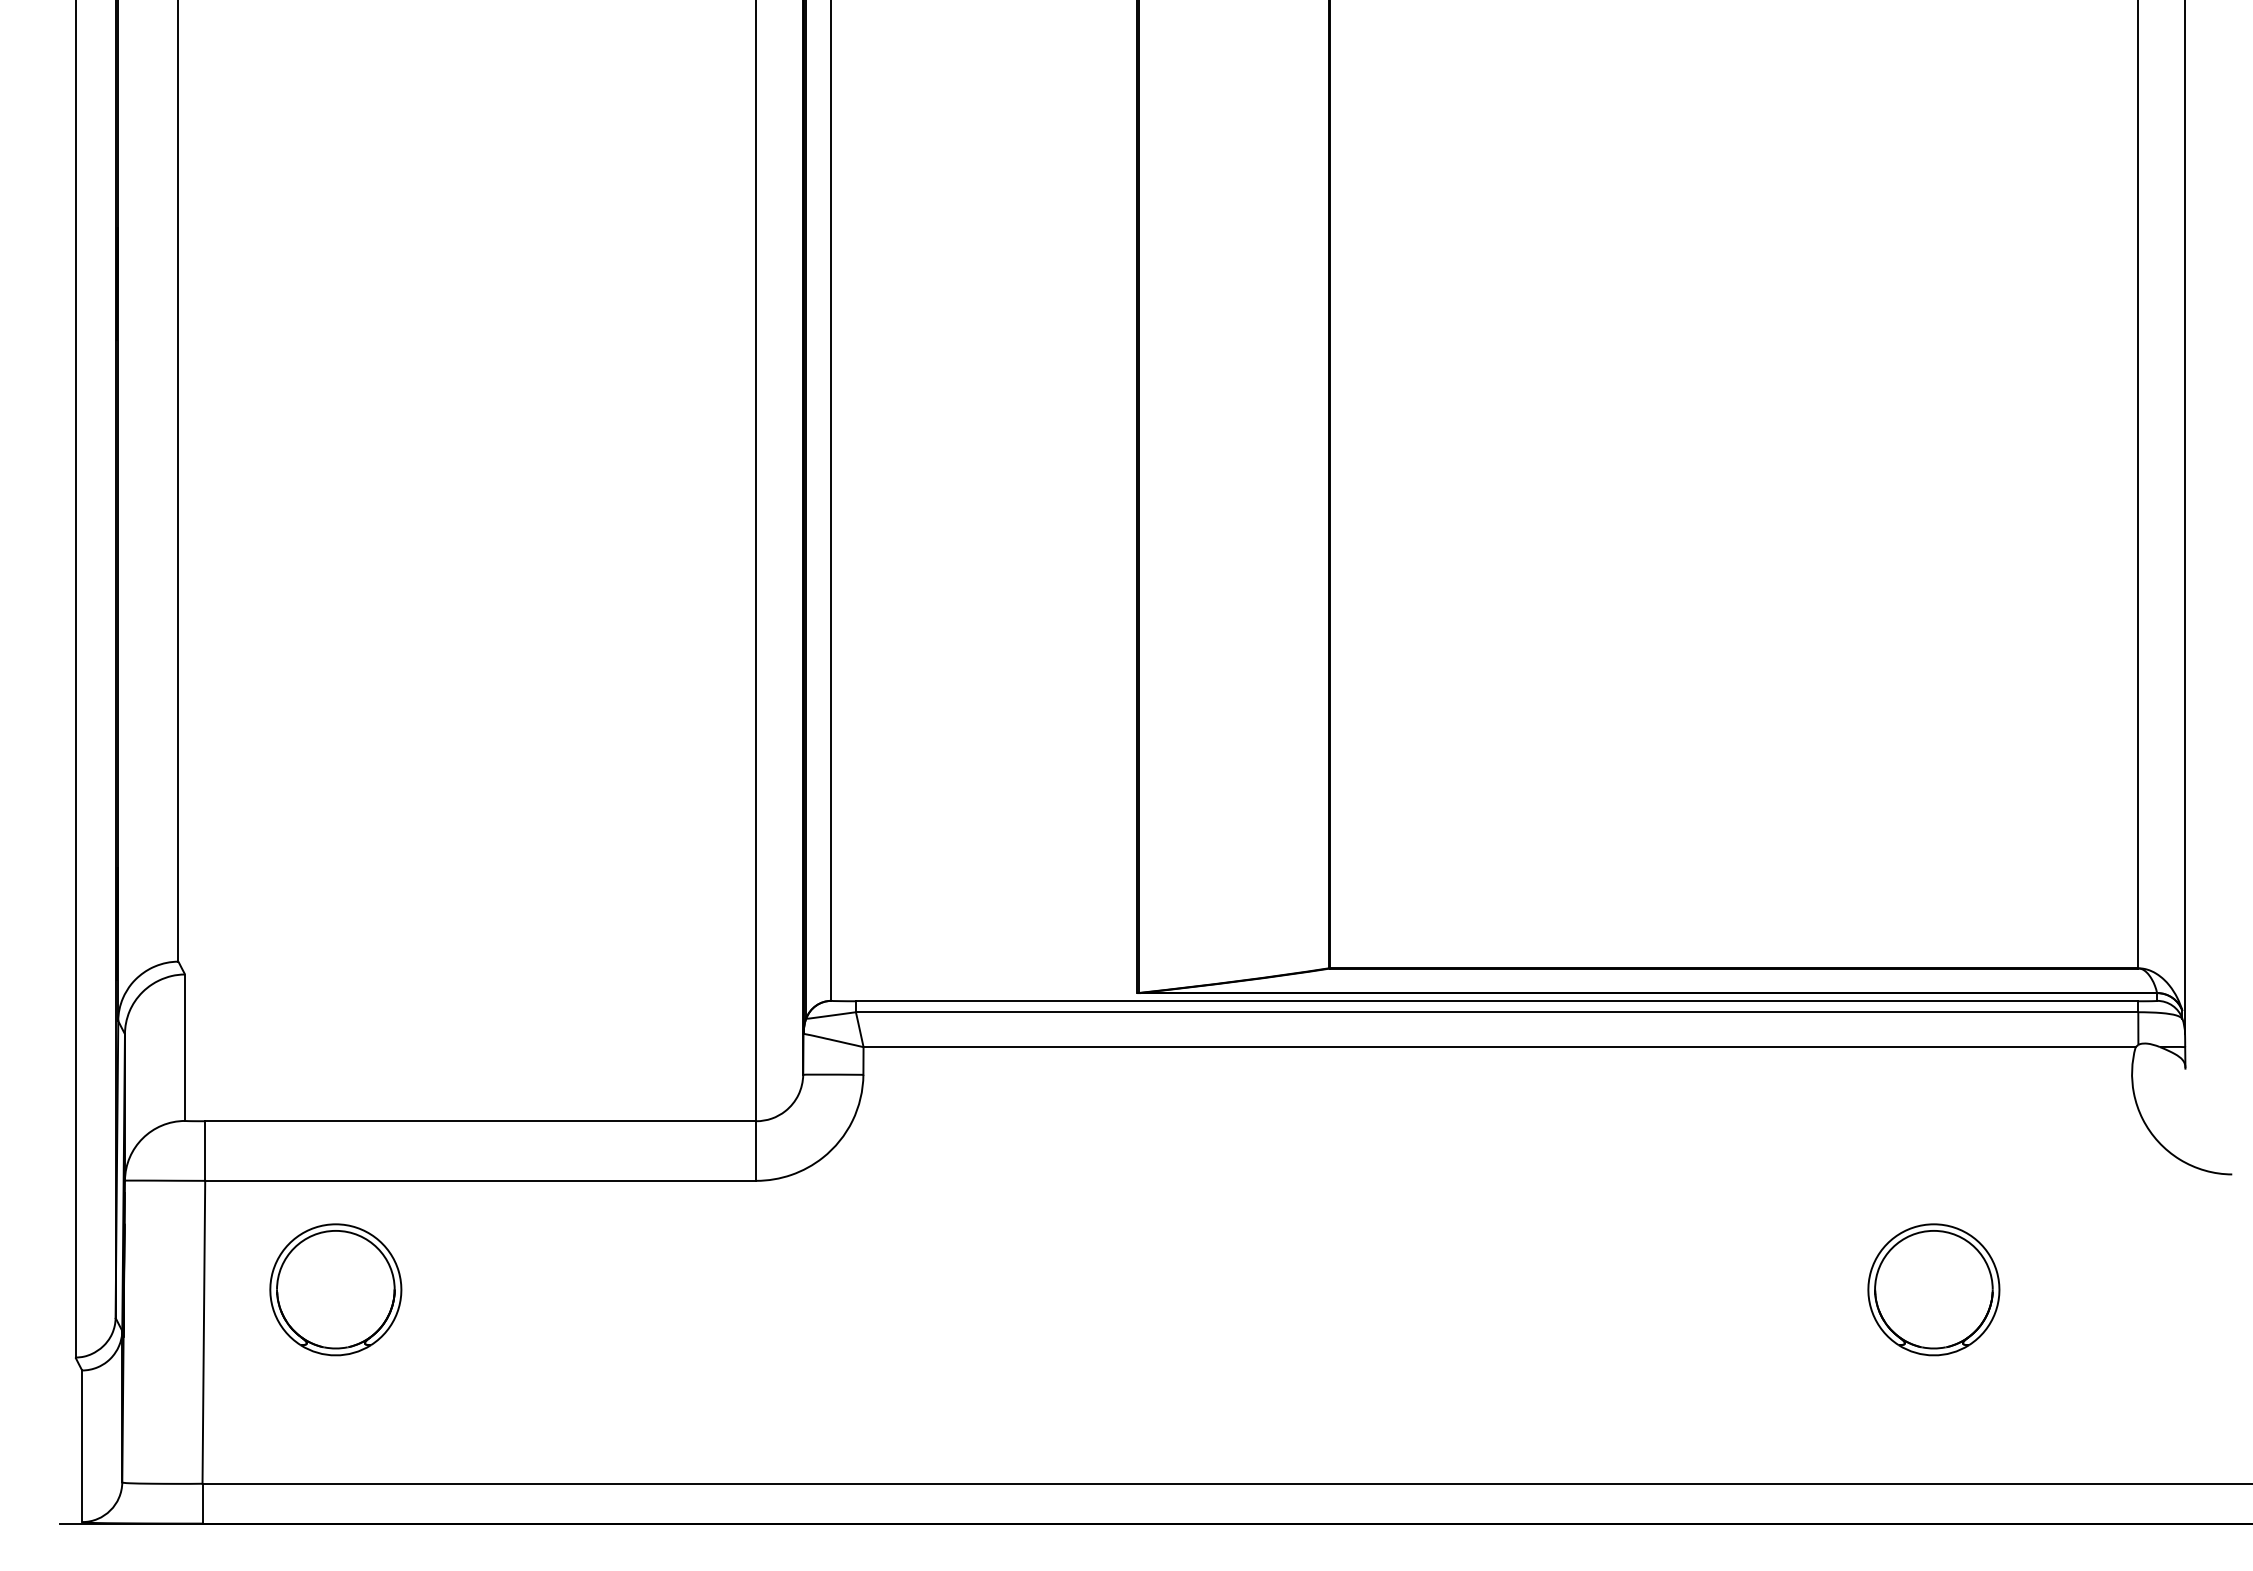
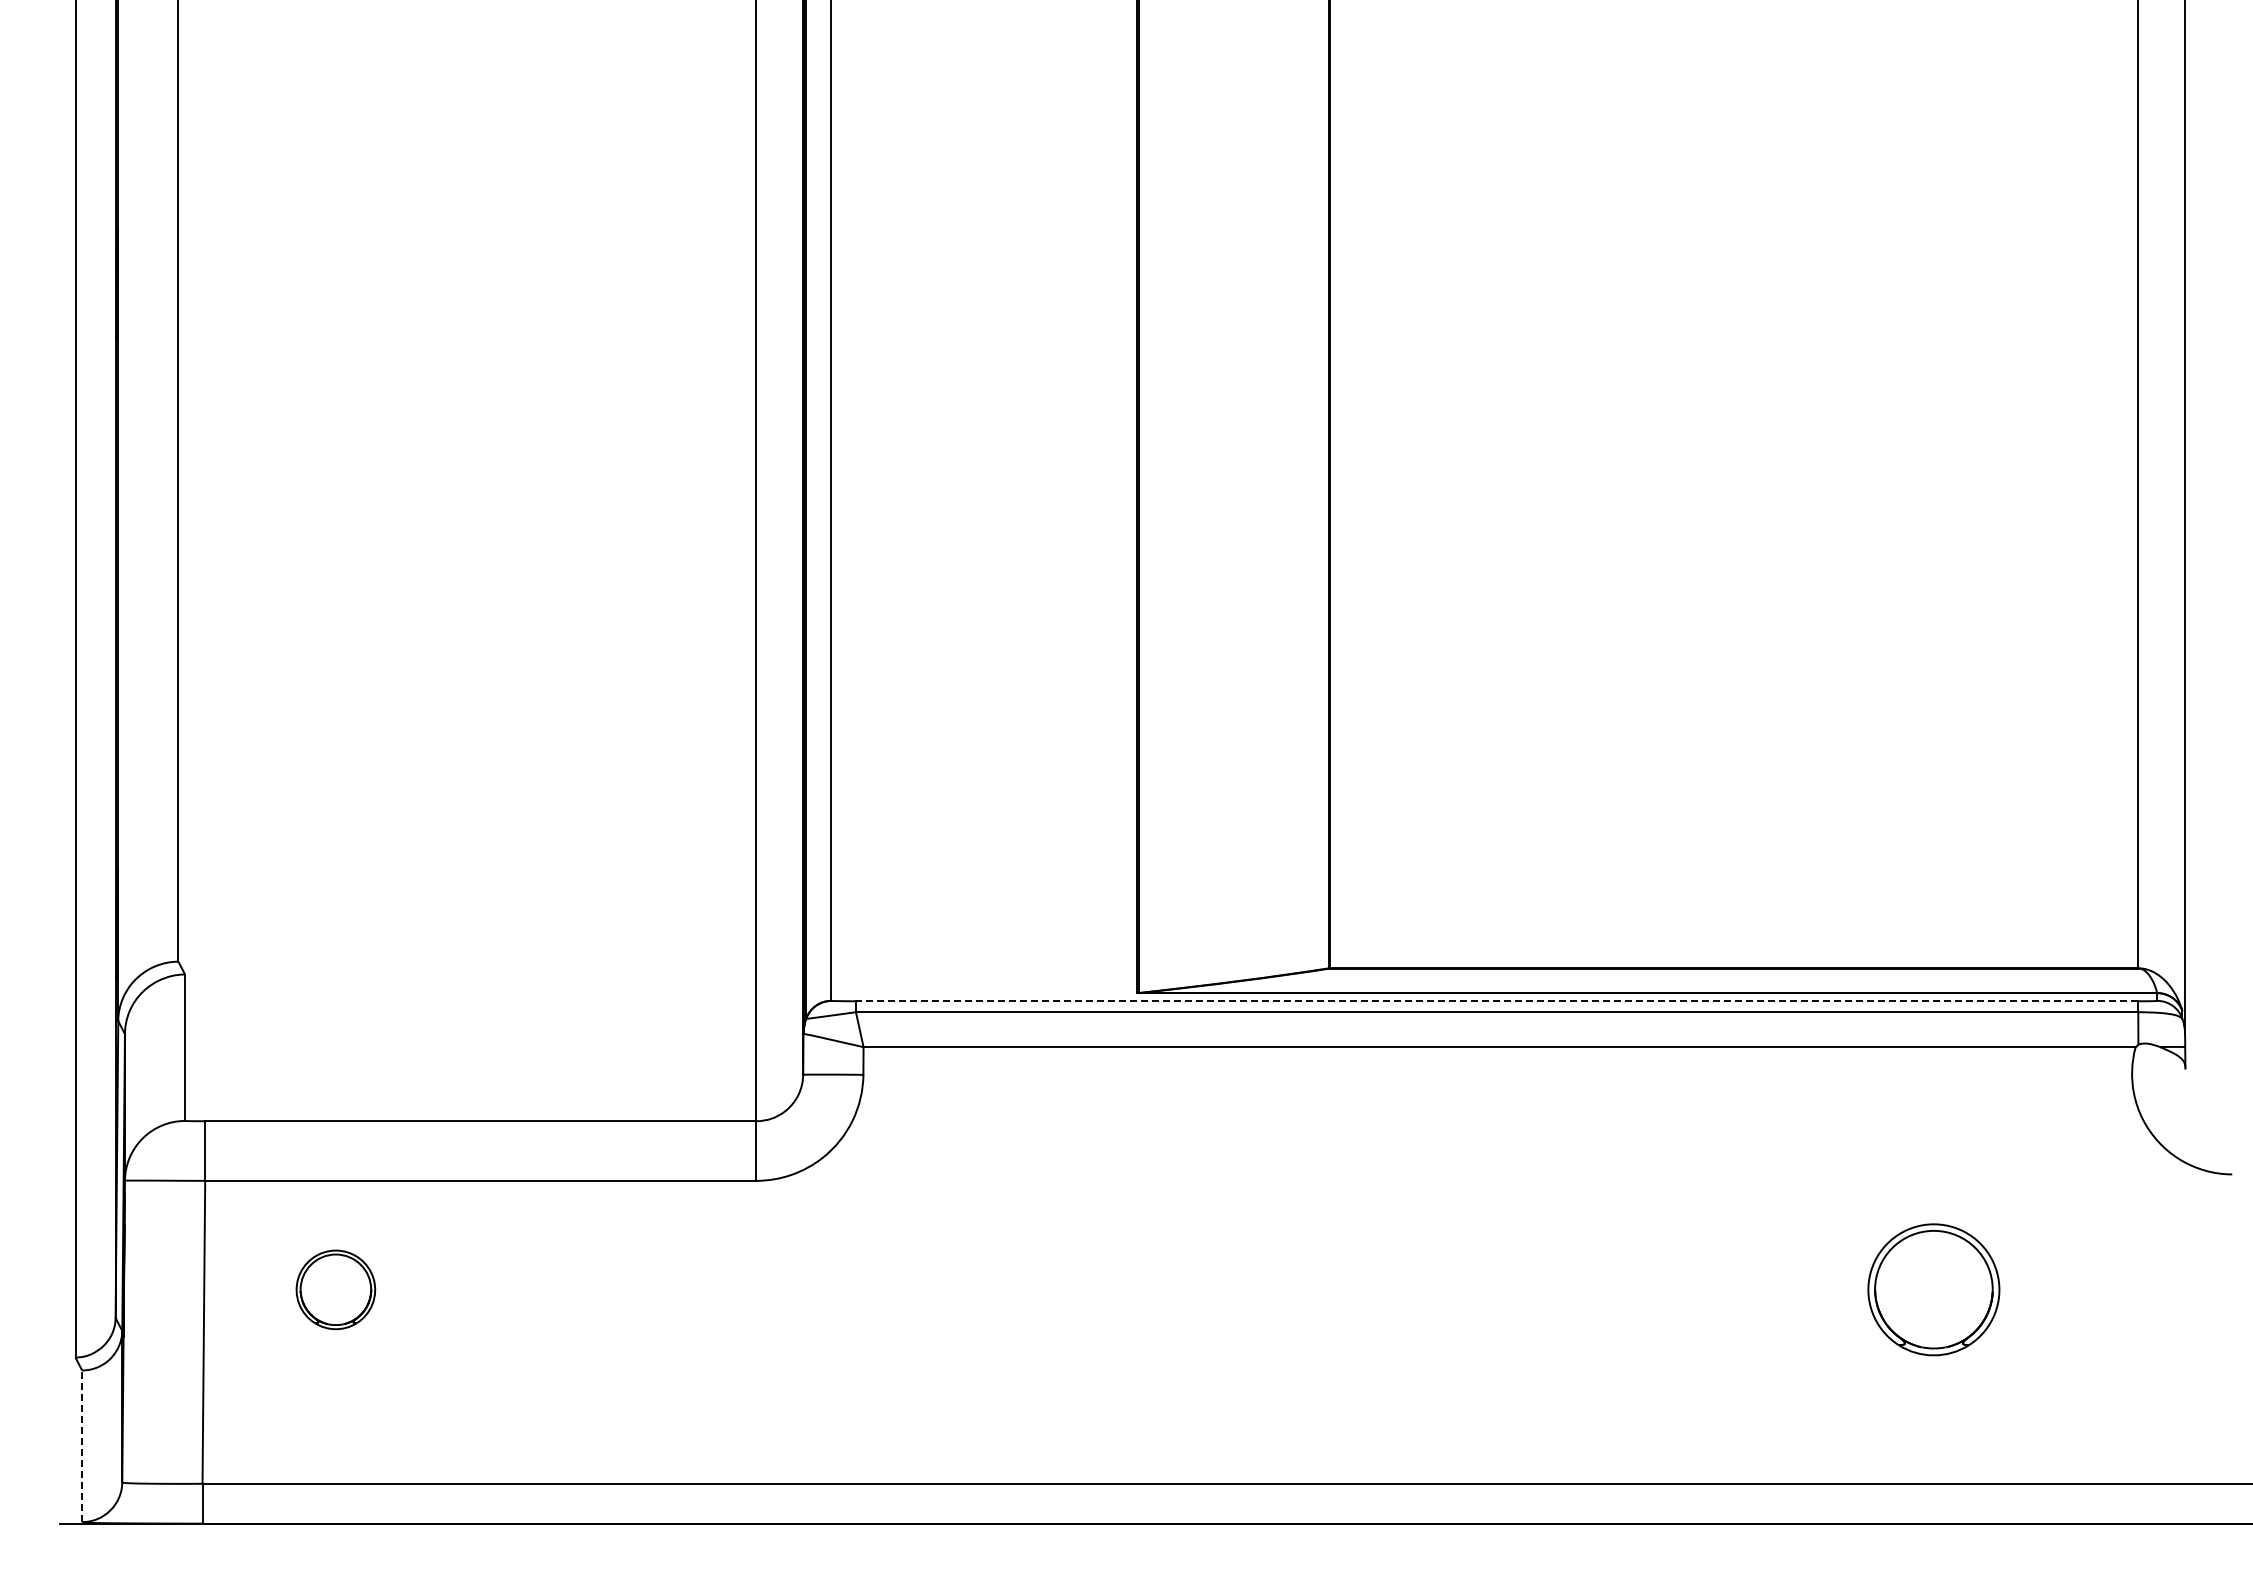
line at (1496, 1001): solid -> dashed
part at (335, 1289) size: 134x134 px -> 82x82 px
line at (82, 1446): solid -> dashed
